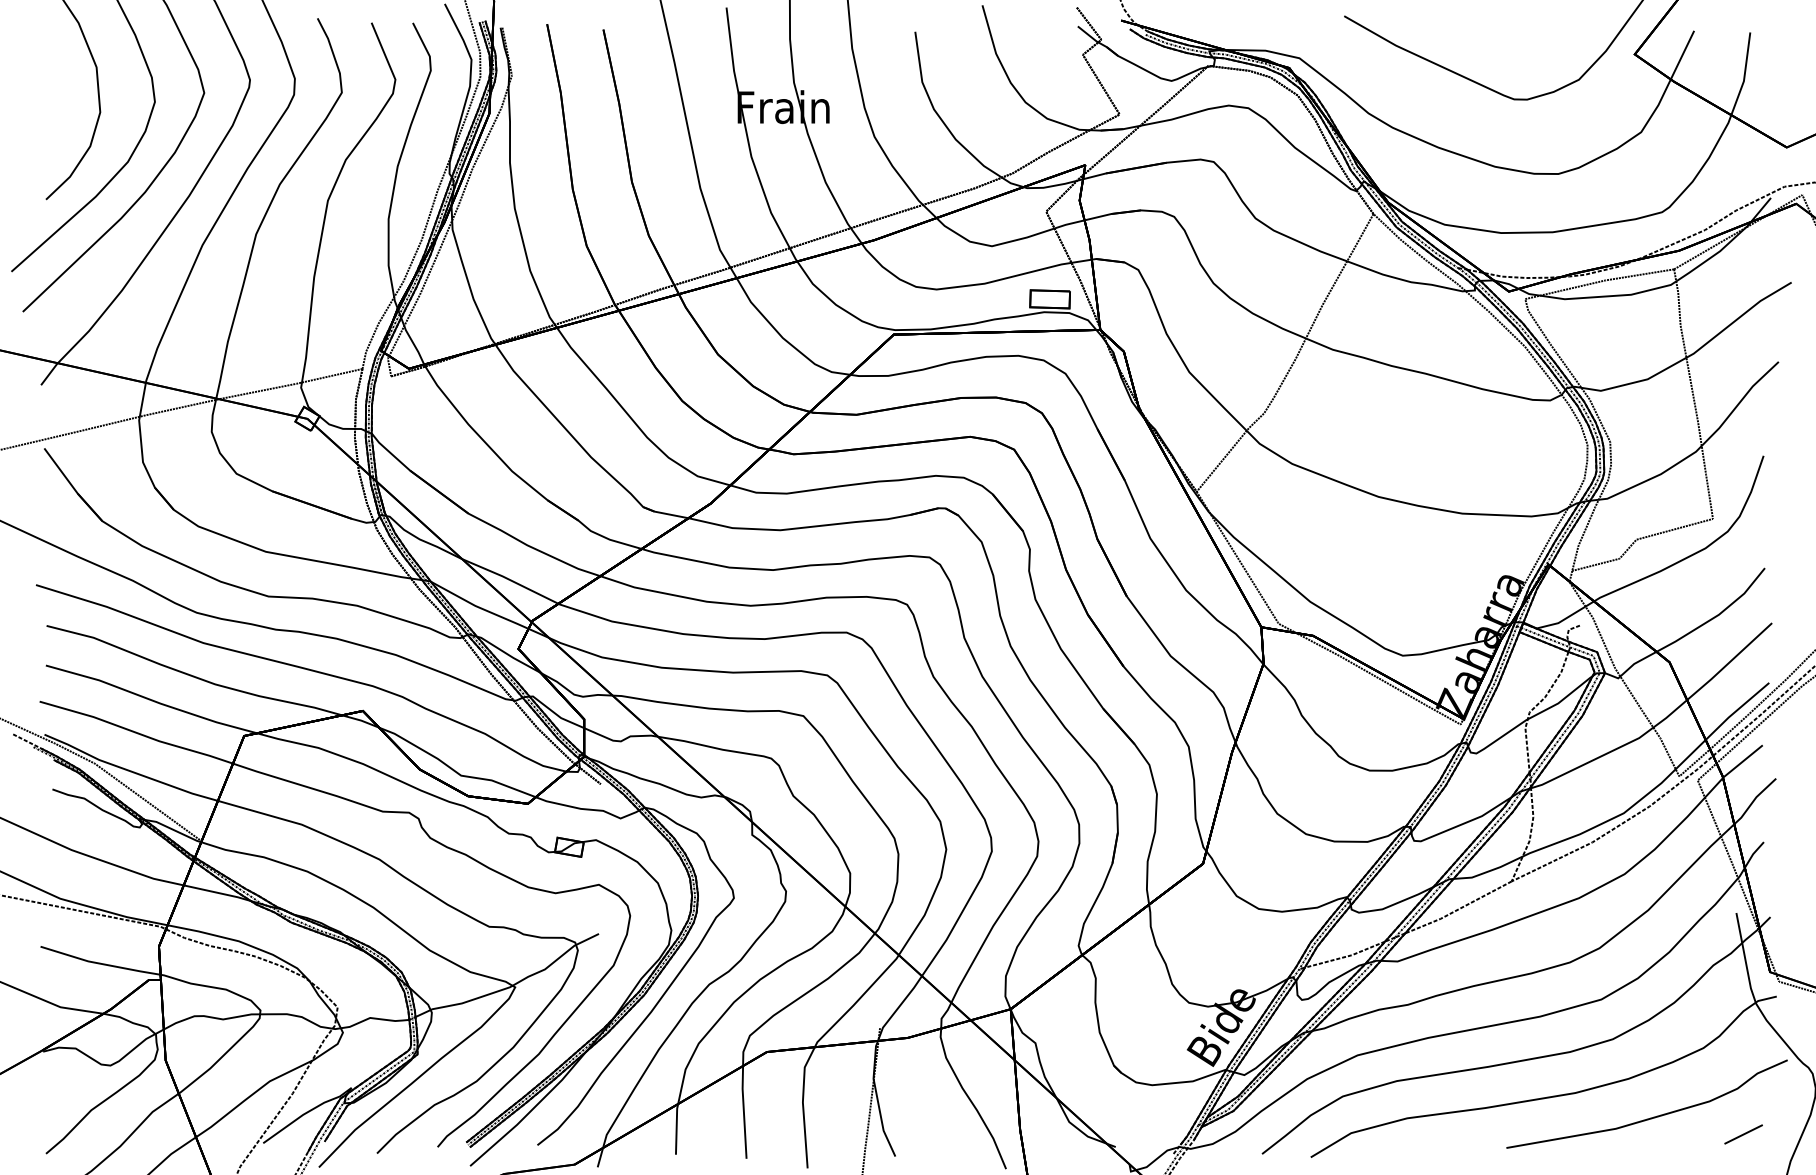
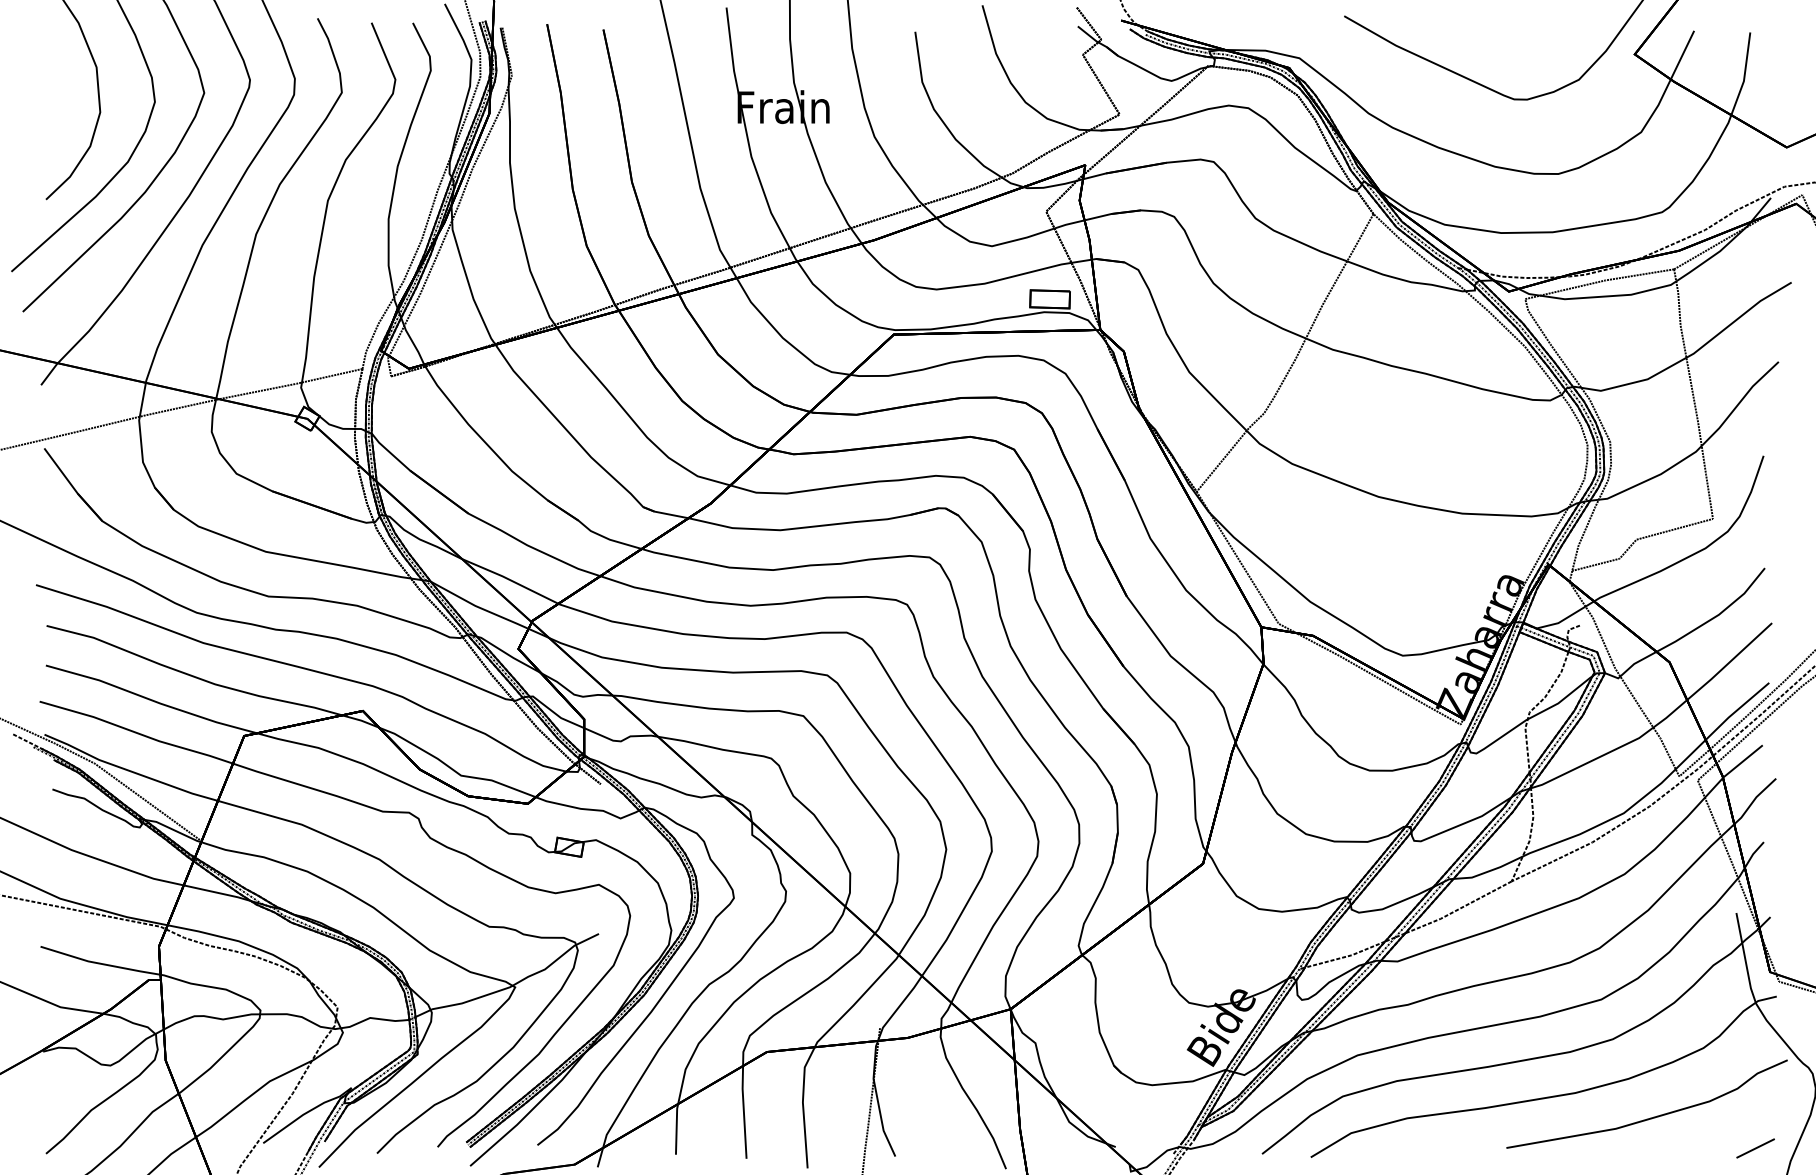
line at (1743, 1134) position: (1743, 1134) -> (1755, 1148)
